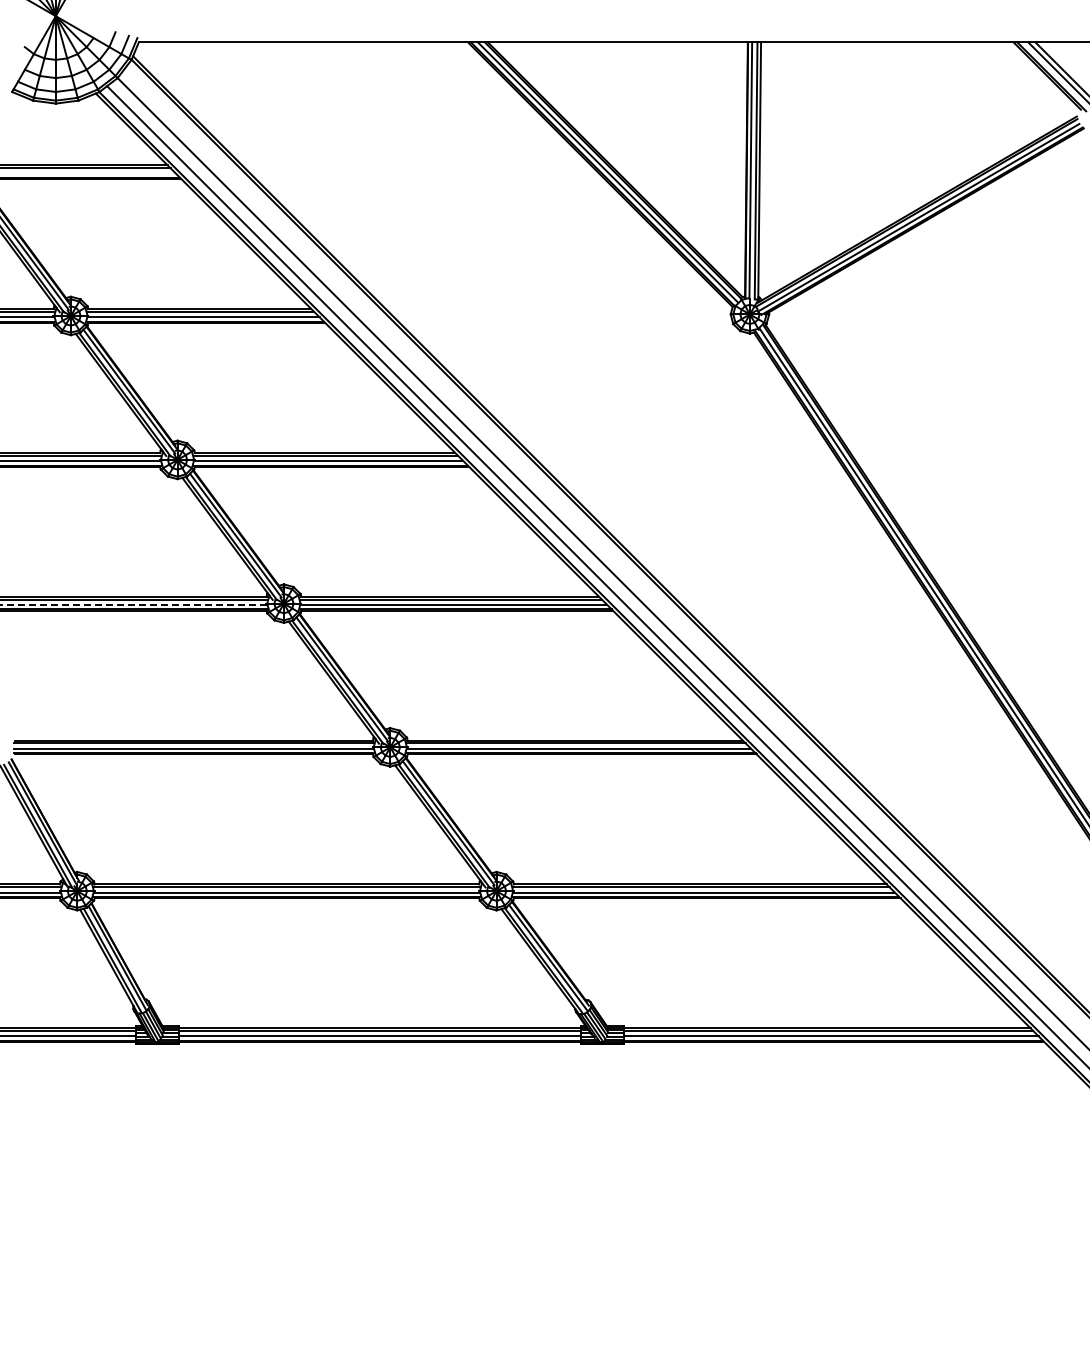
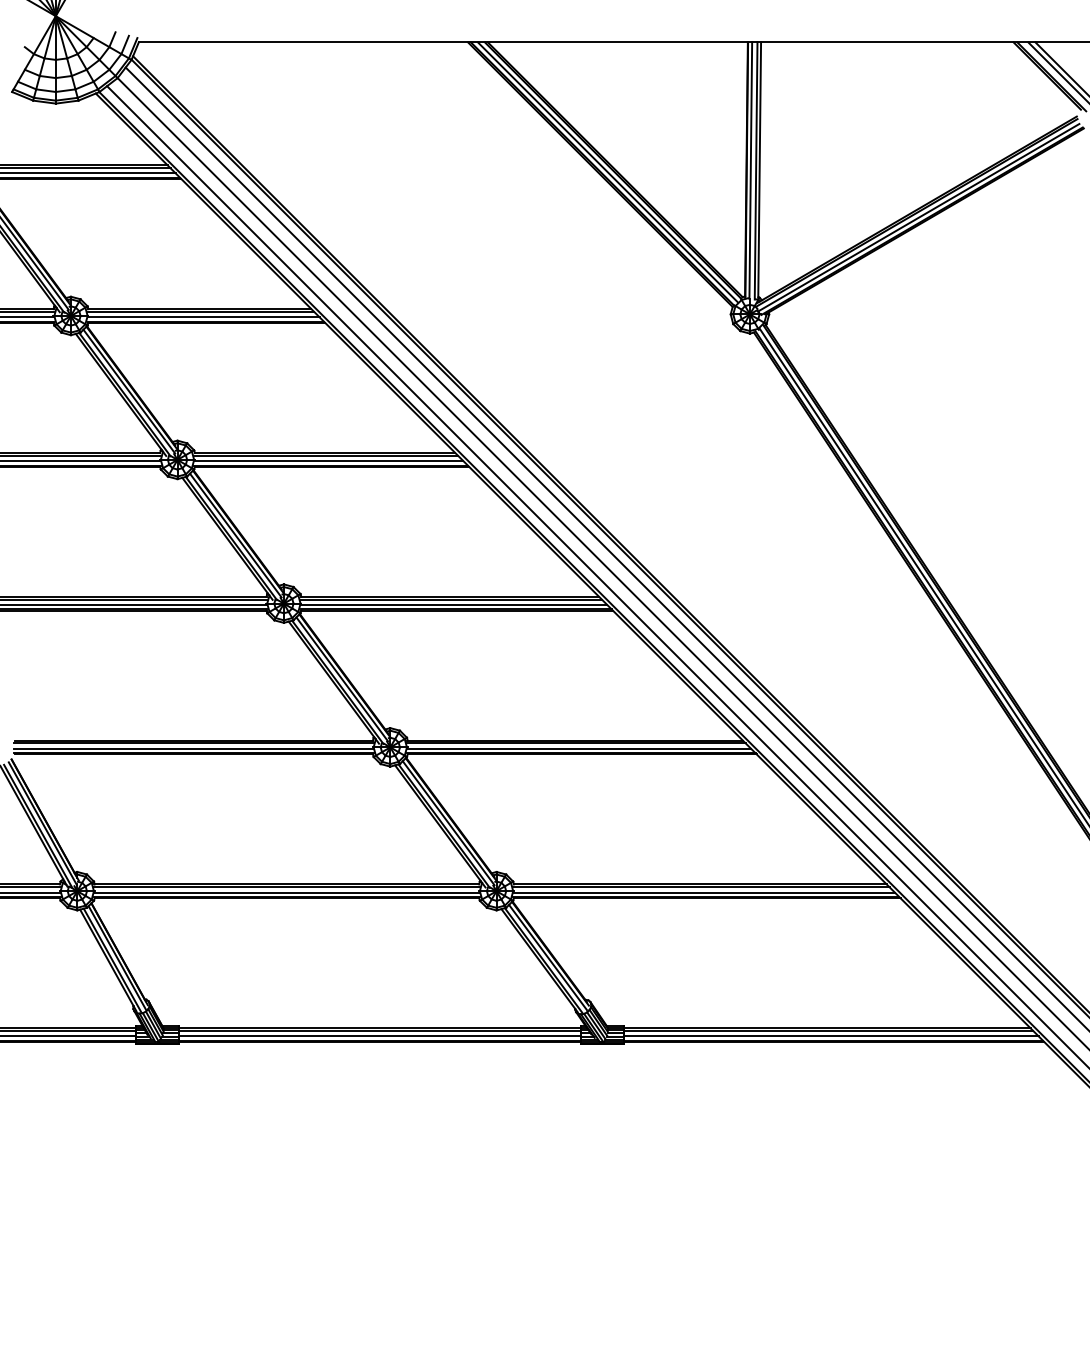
line at (88, 173): none -> present
line at (605, 547): none -> present
line at (133, 604): dashed -> solid
